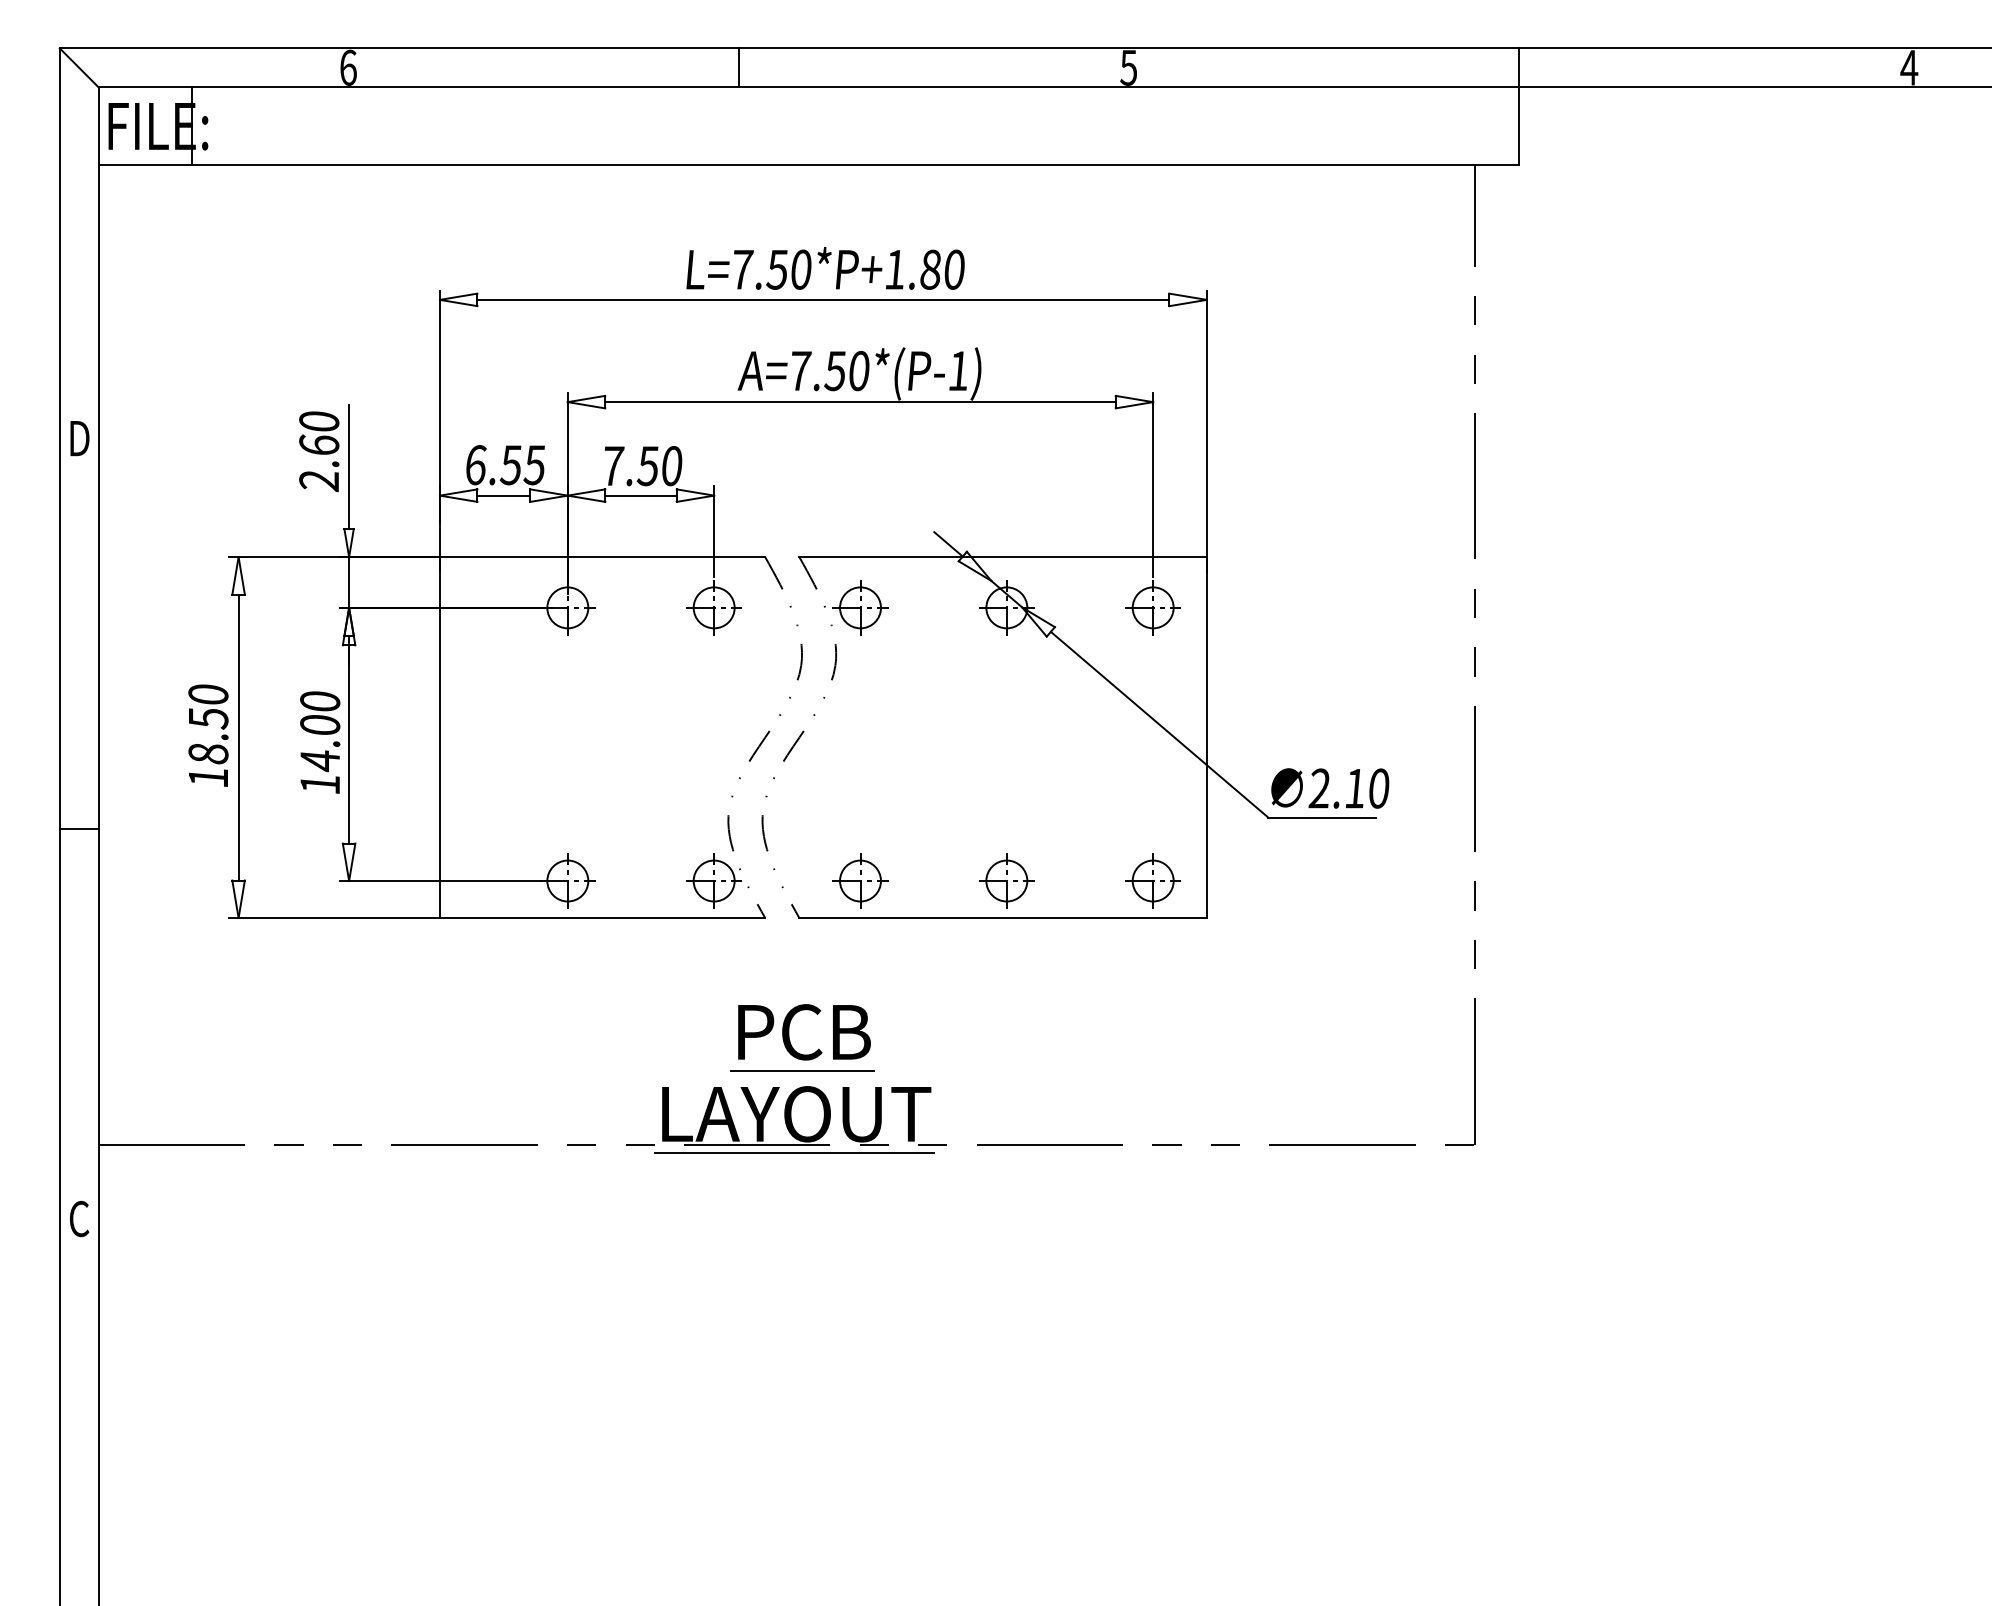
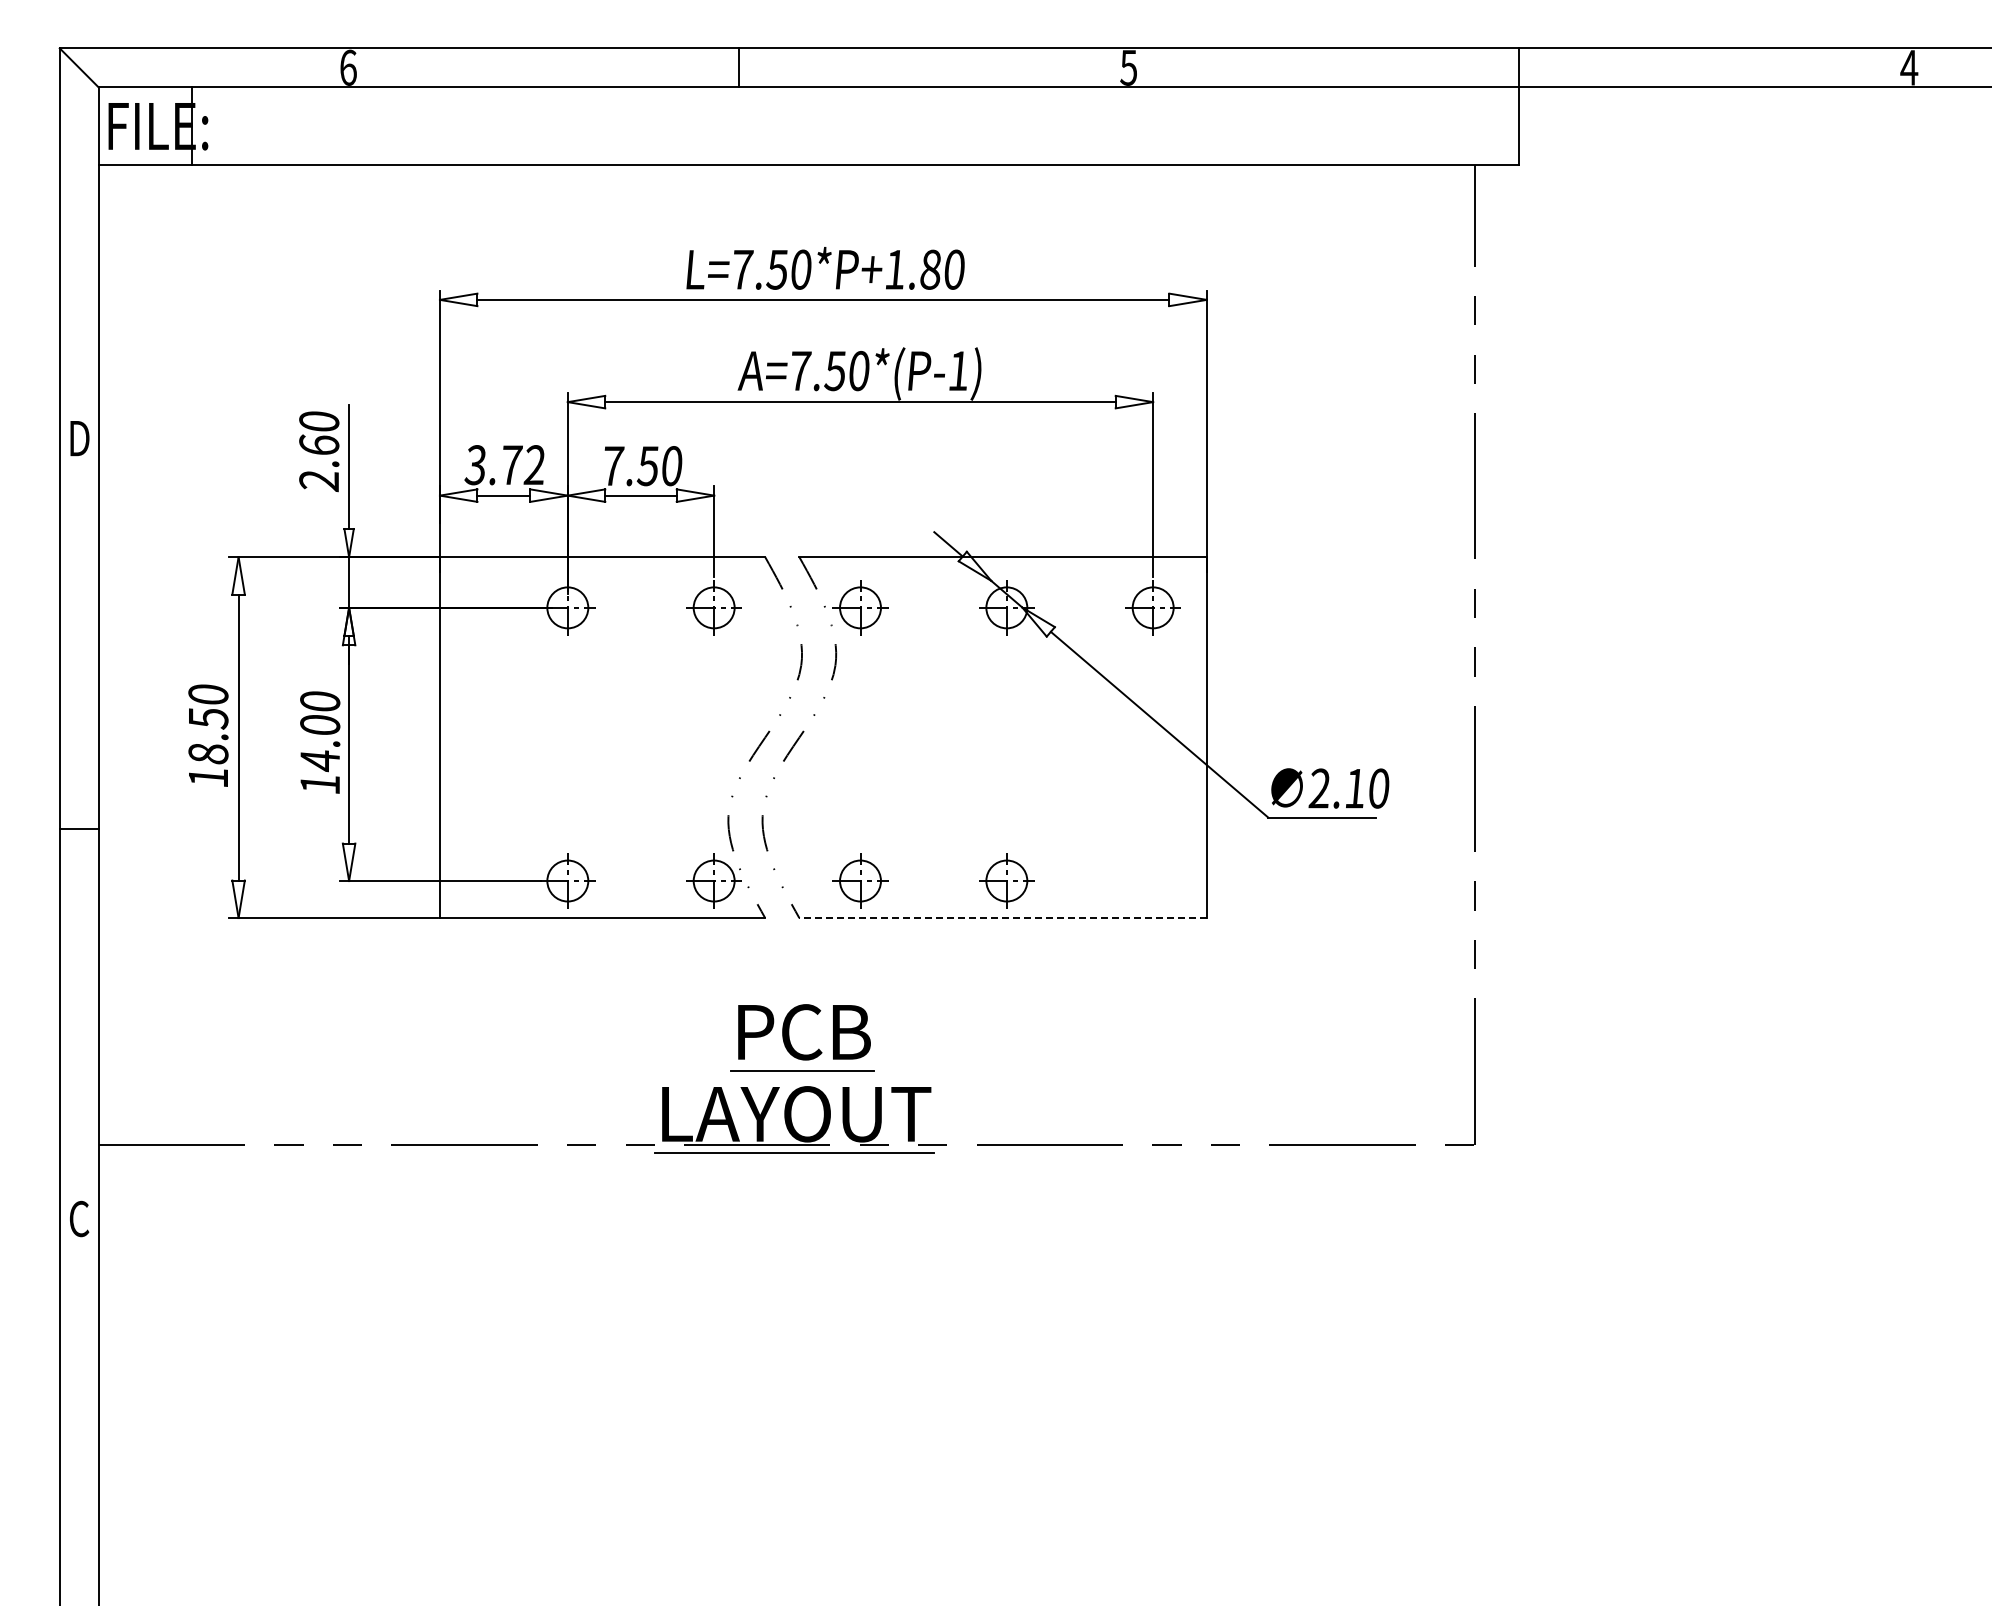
text at (504, 465): 6.55 -> 3.72
part at (1152, 880): present -> none
line at (1003, 918): solid -> dashed
